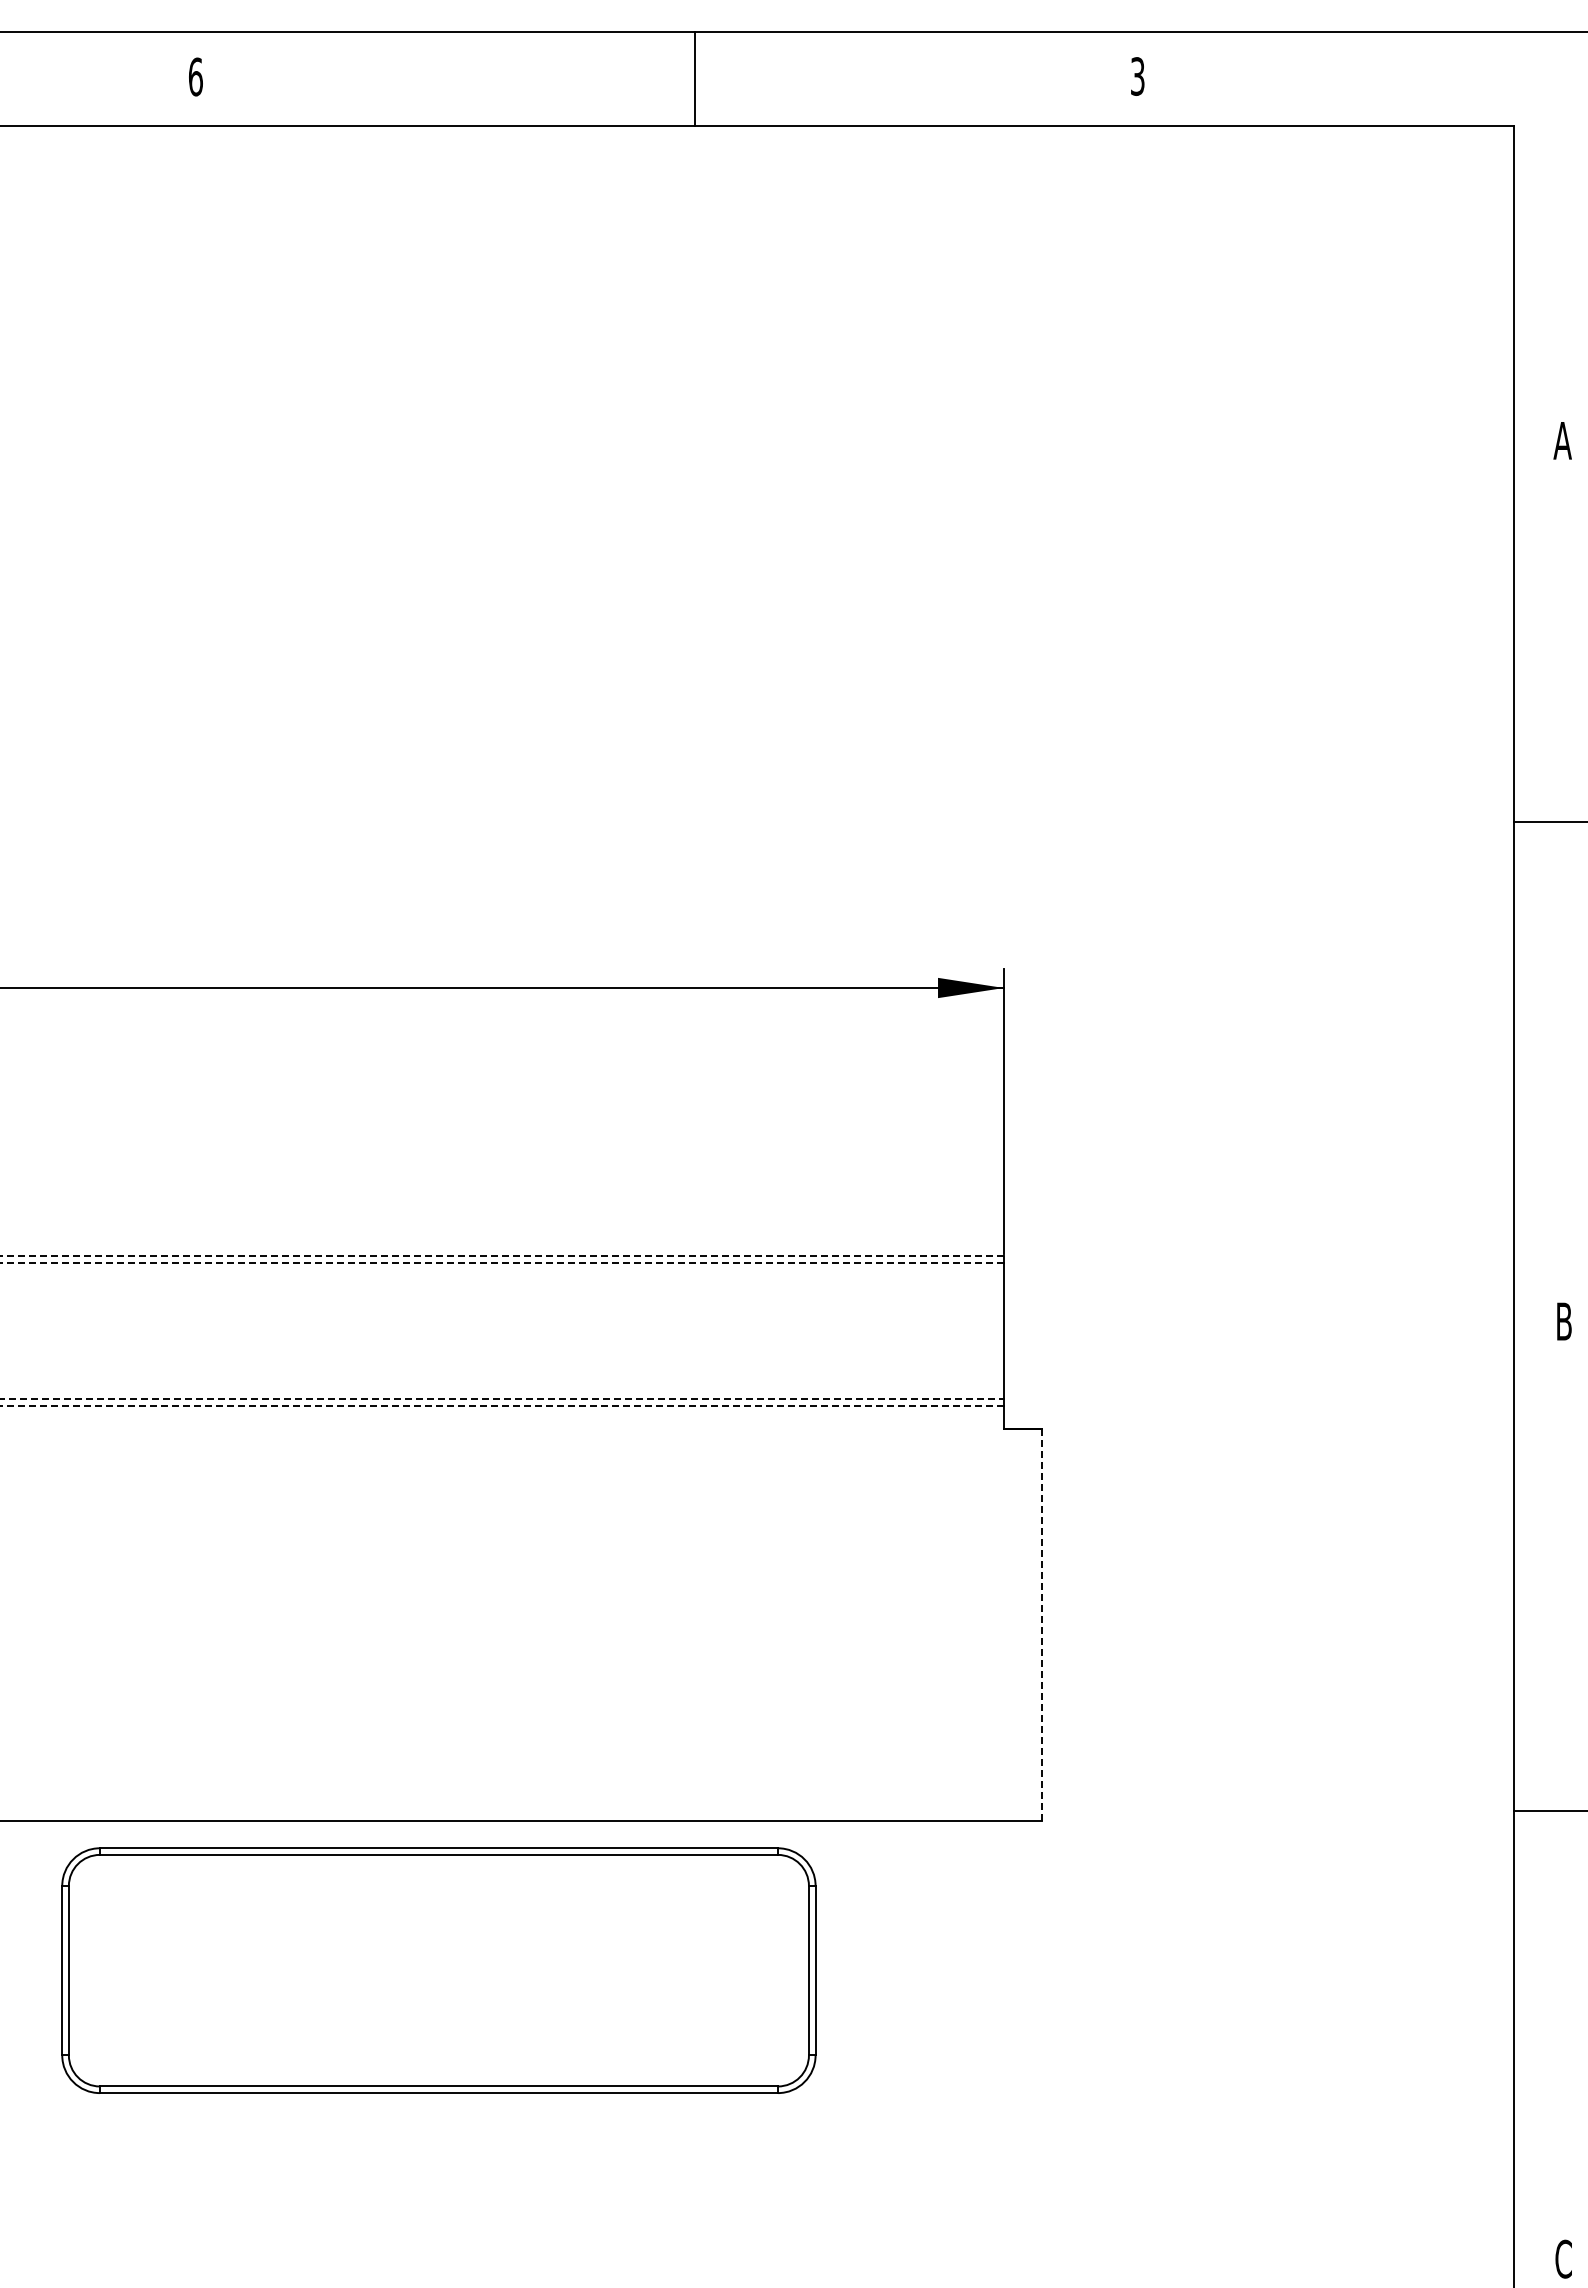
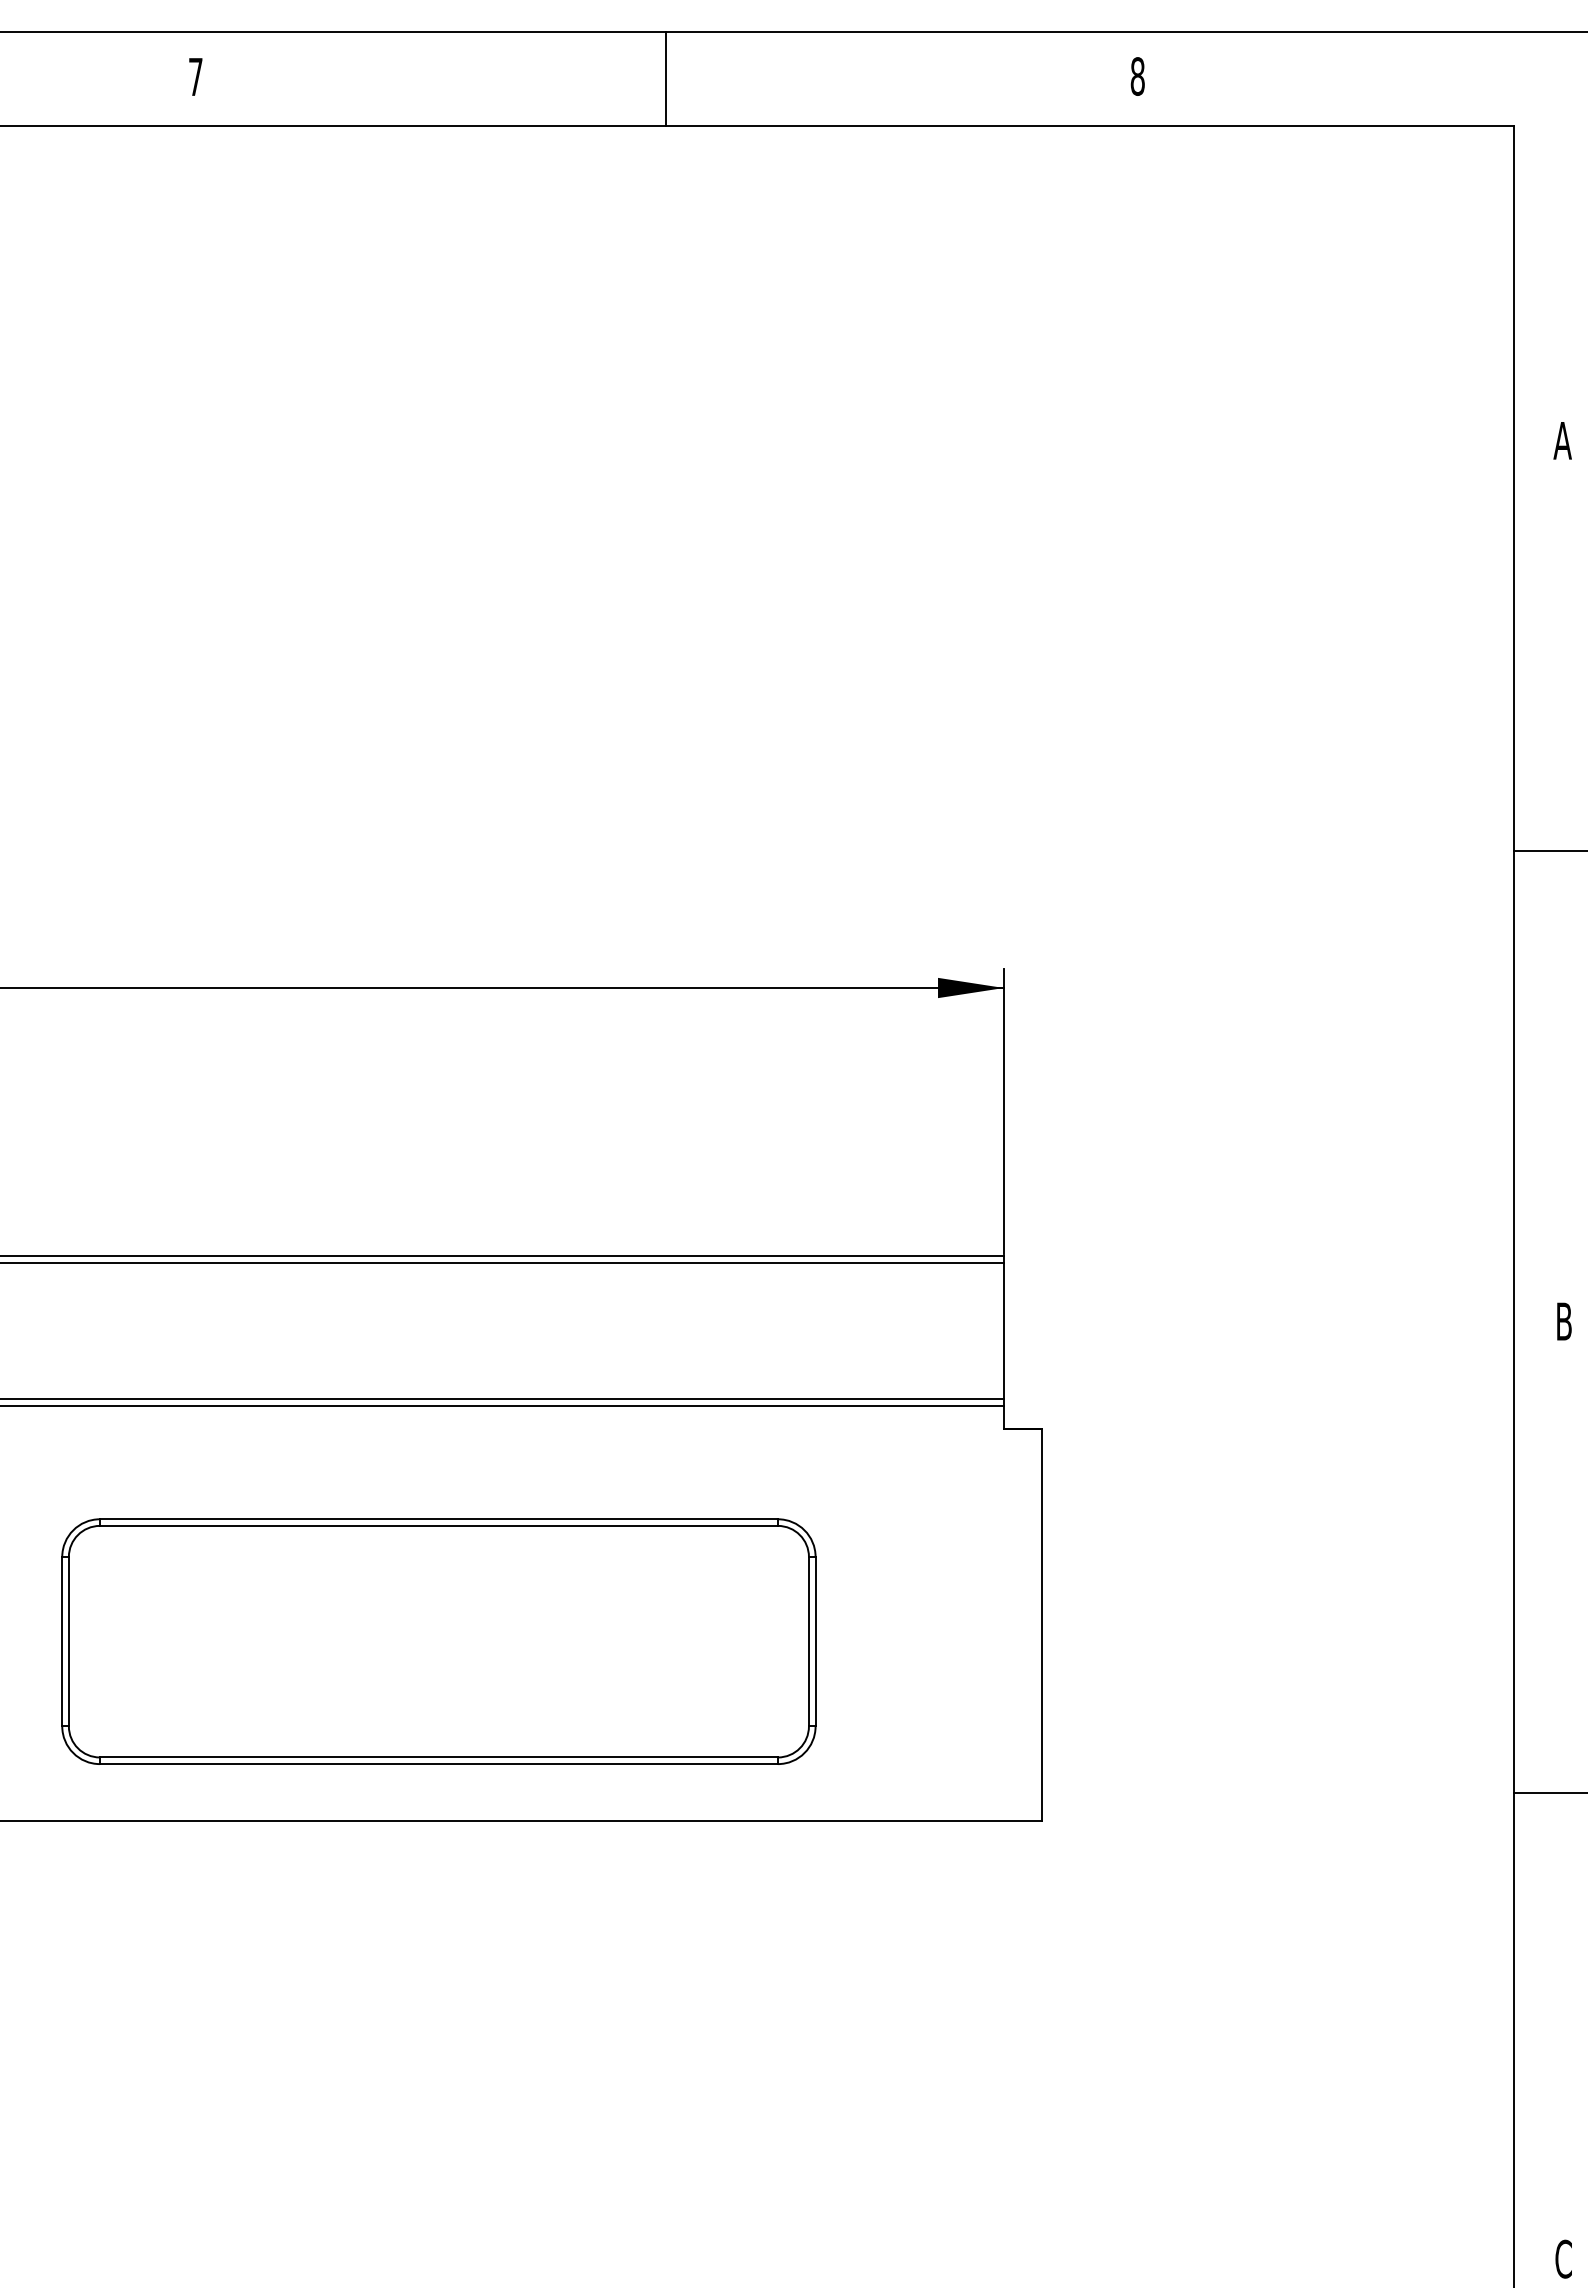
text at (195, 76): 6 -> 7
text at (1137, 76): 3 -> 8
line at (695, 78) position: (695, 78) -> (666, 78)
line at (1548, 822) position: (1548, 822) -> (1548, 851)
line at (501, 1255): dashed -> solid
line at (501, 1263): dashed -> solid
line at (501, 1398): dashed -> solid
line at (501, 1405): dashed -> solid
line at (1041, 1624): dashed -> solid
line at (1548, 1810) position: (1548, 1810) -> (1548, 1792)
part at (438, 1970) position: (438, 1970) -> (438, 1641)
